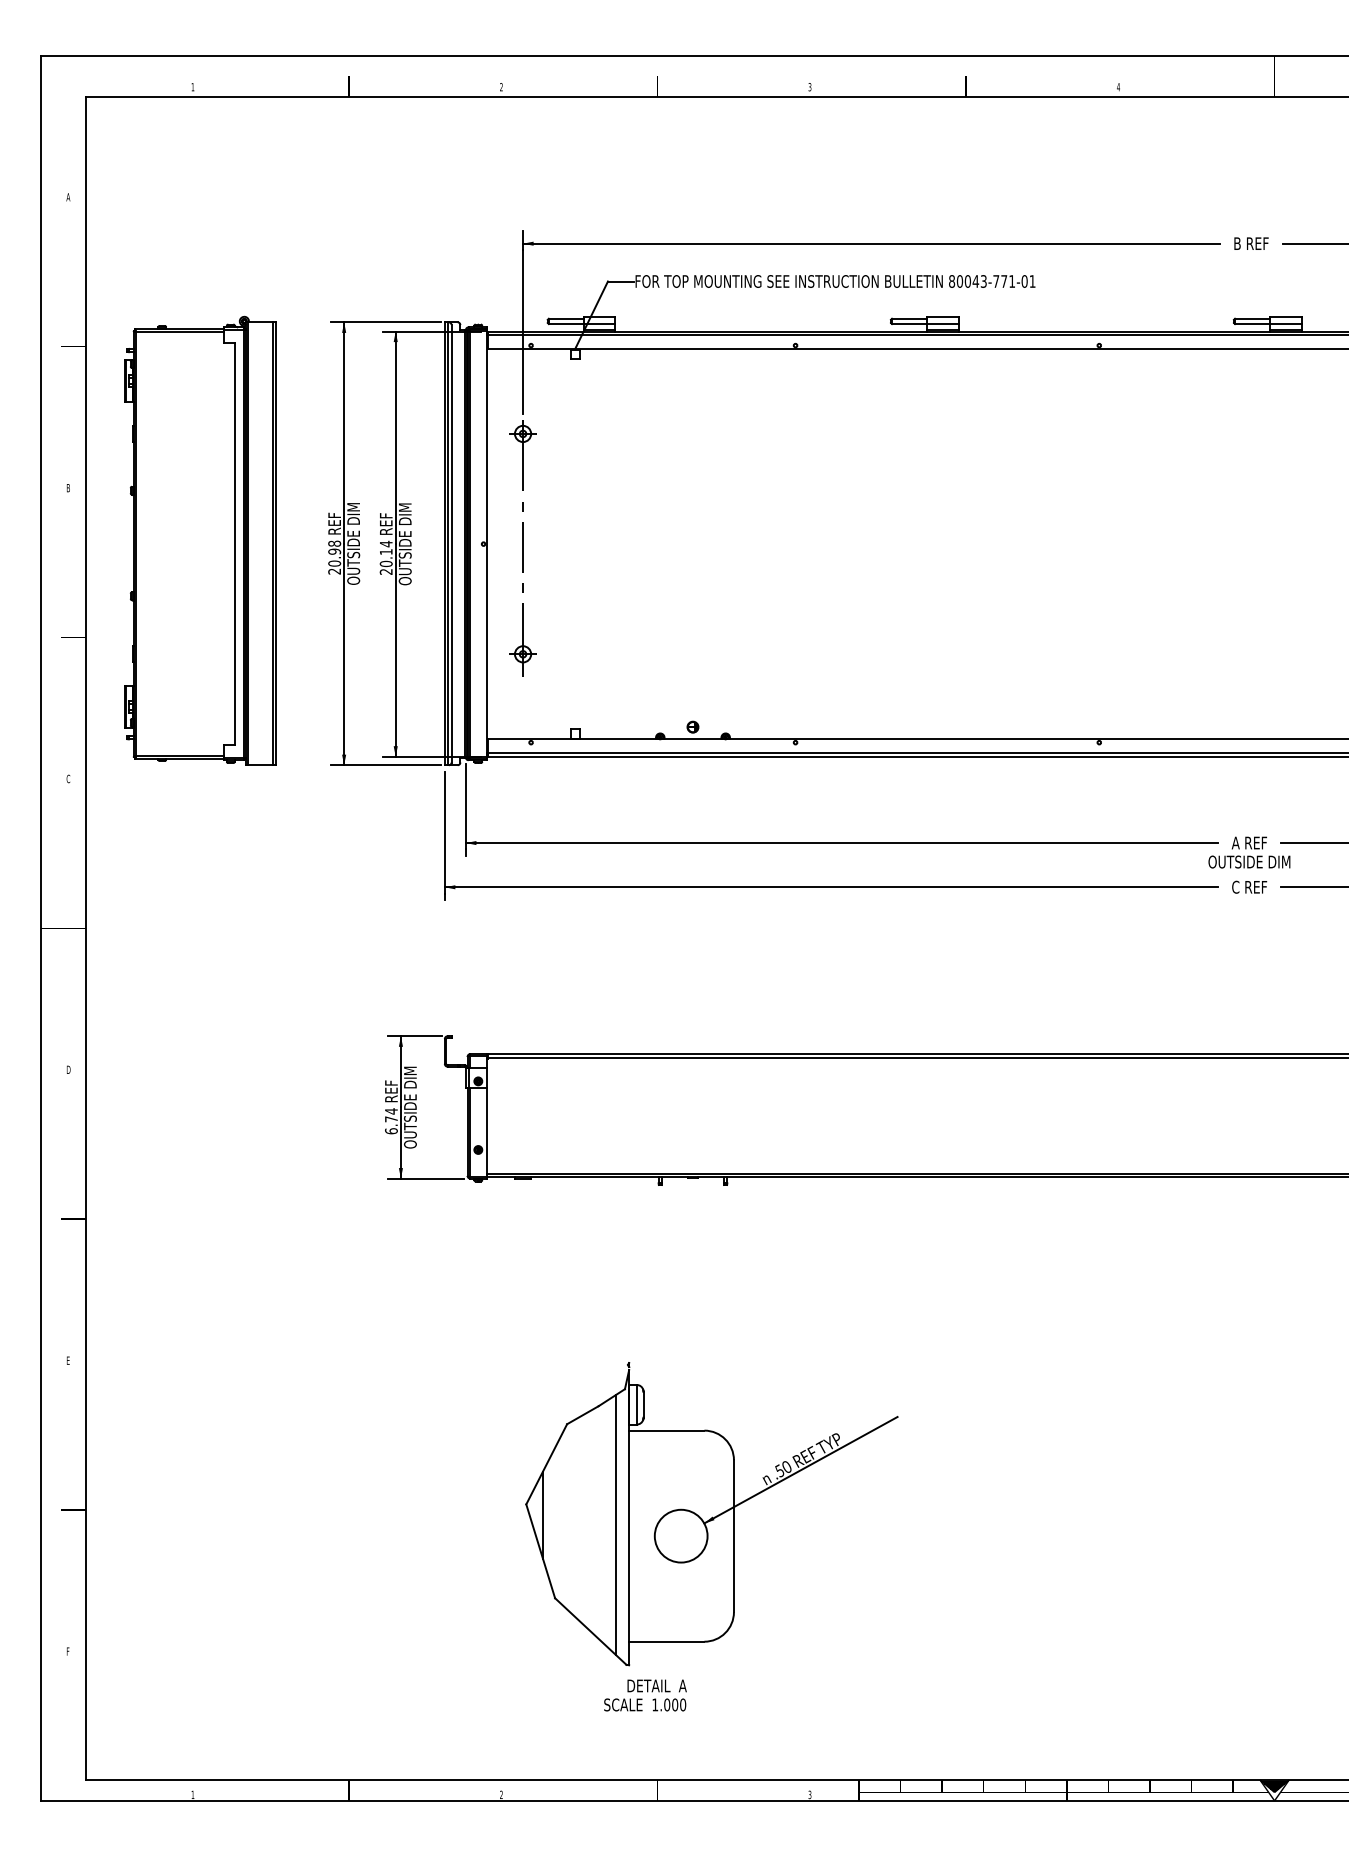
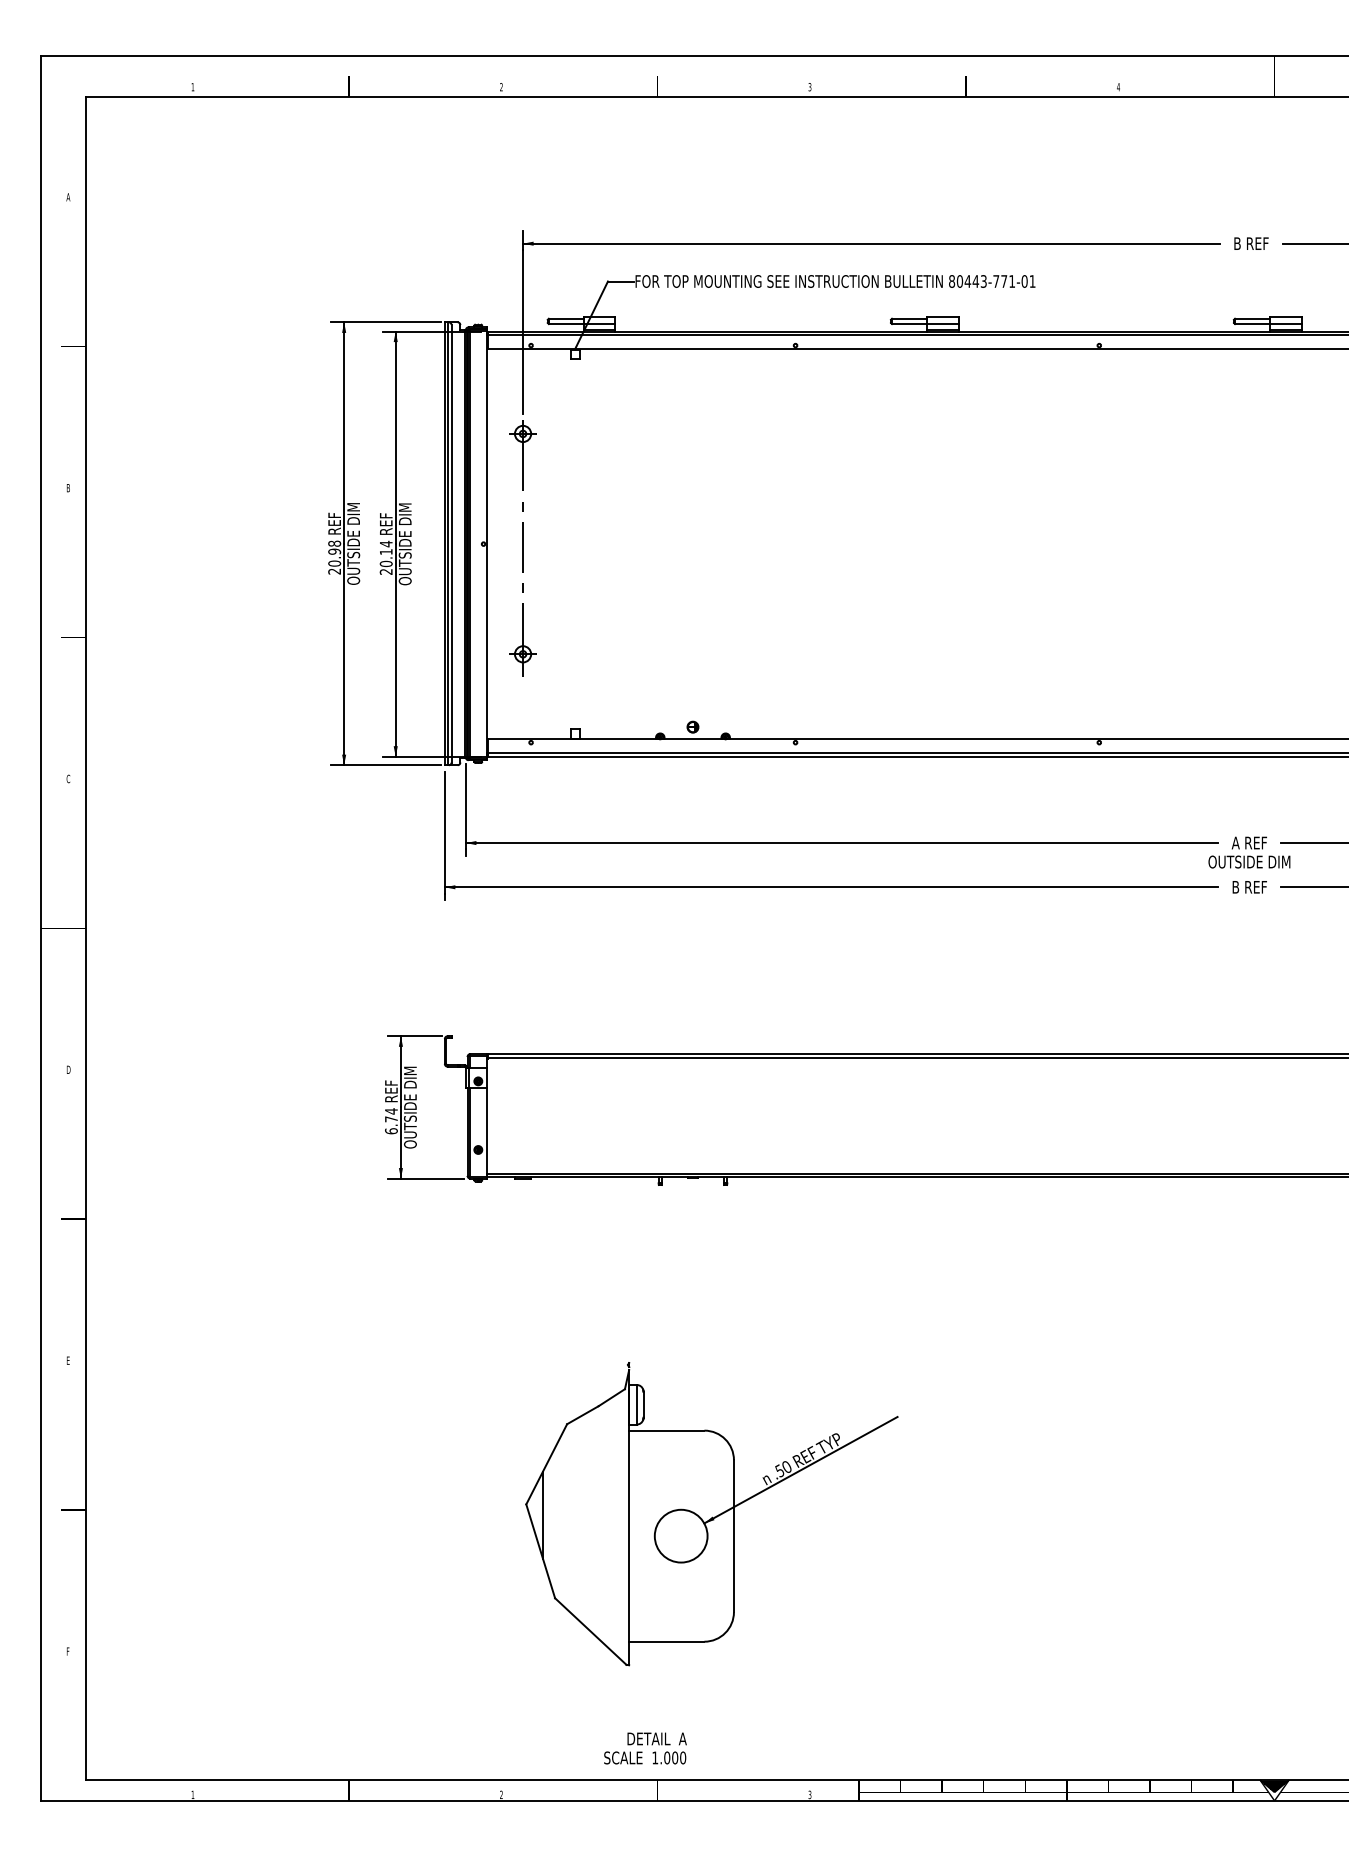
text at (967, 281): 80043-771-01 -> 80443-771-01
part at (200, 540): present -> none
text at (1235, 886): C REF -> B REF
line at (615, 1524): present -> none
text at (645, 1695) position: (645, 1695) -> (645, 1748)
